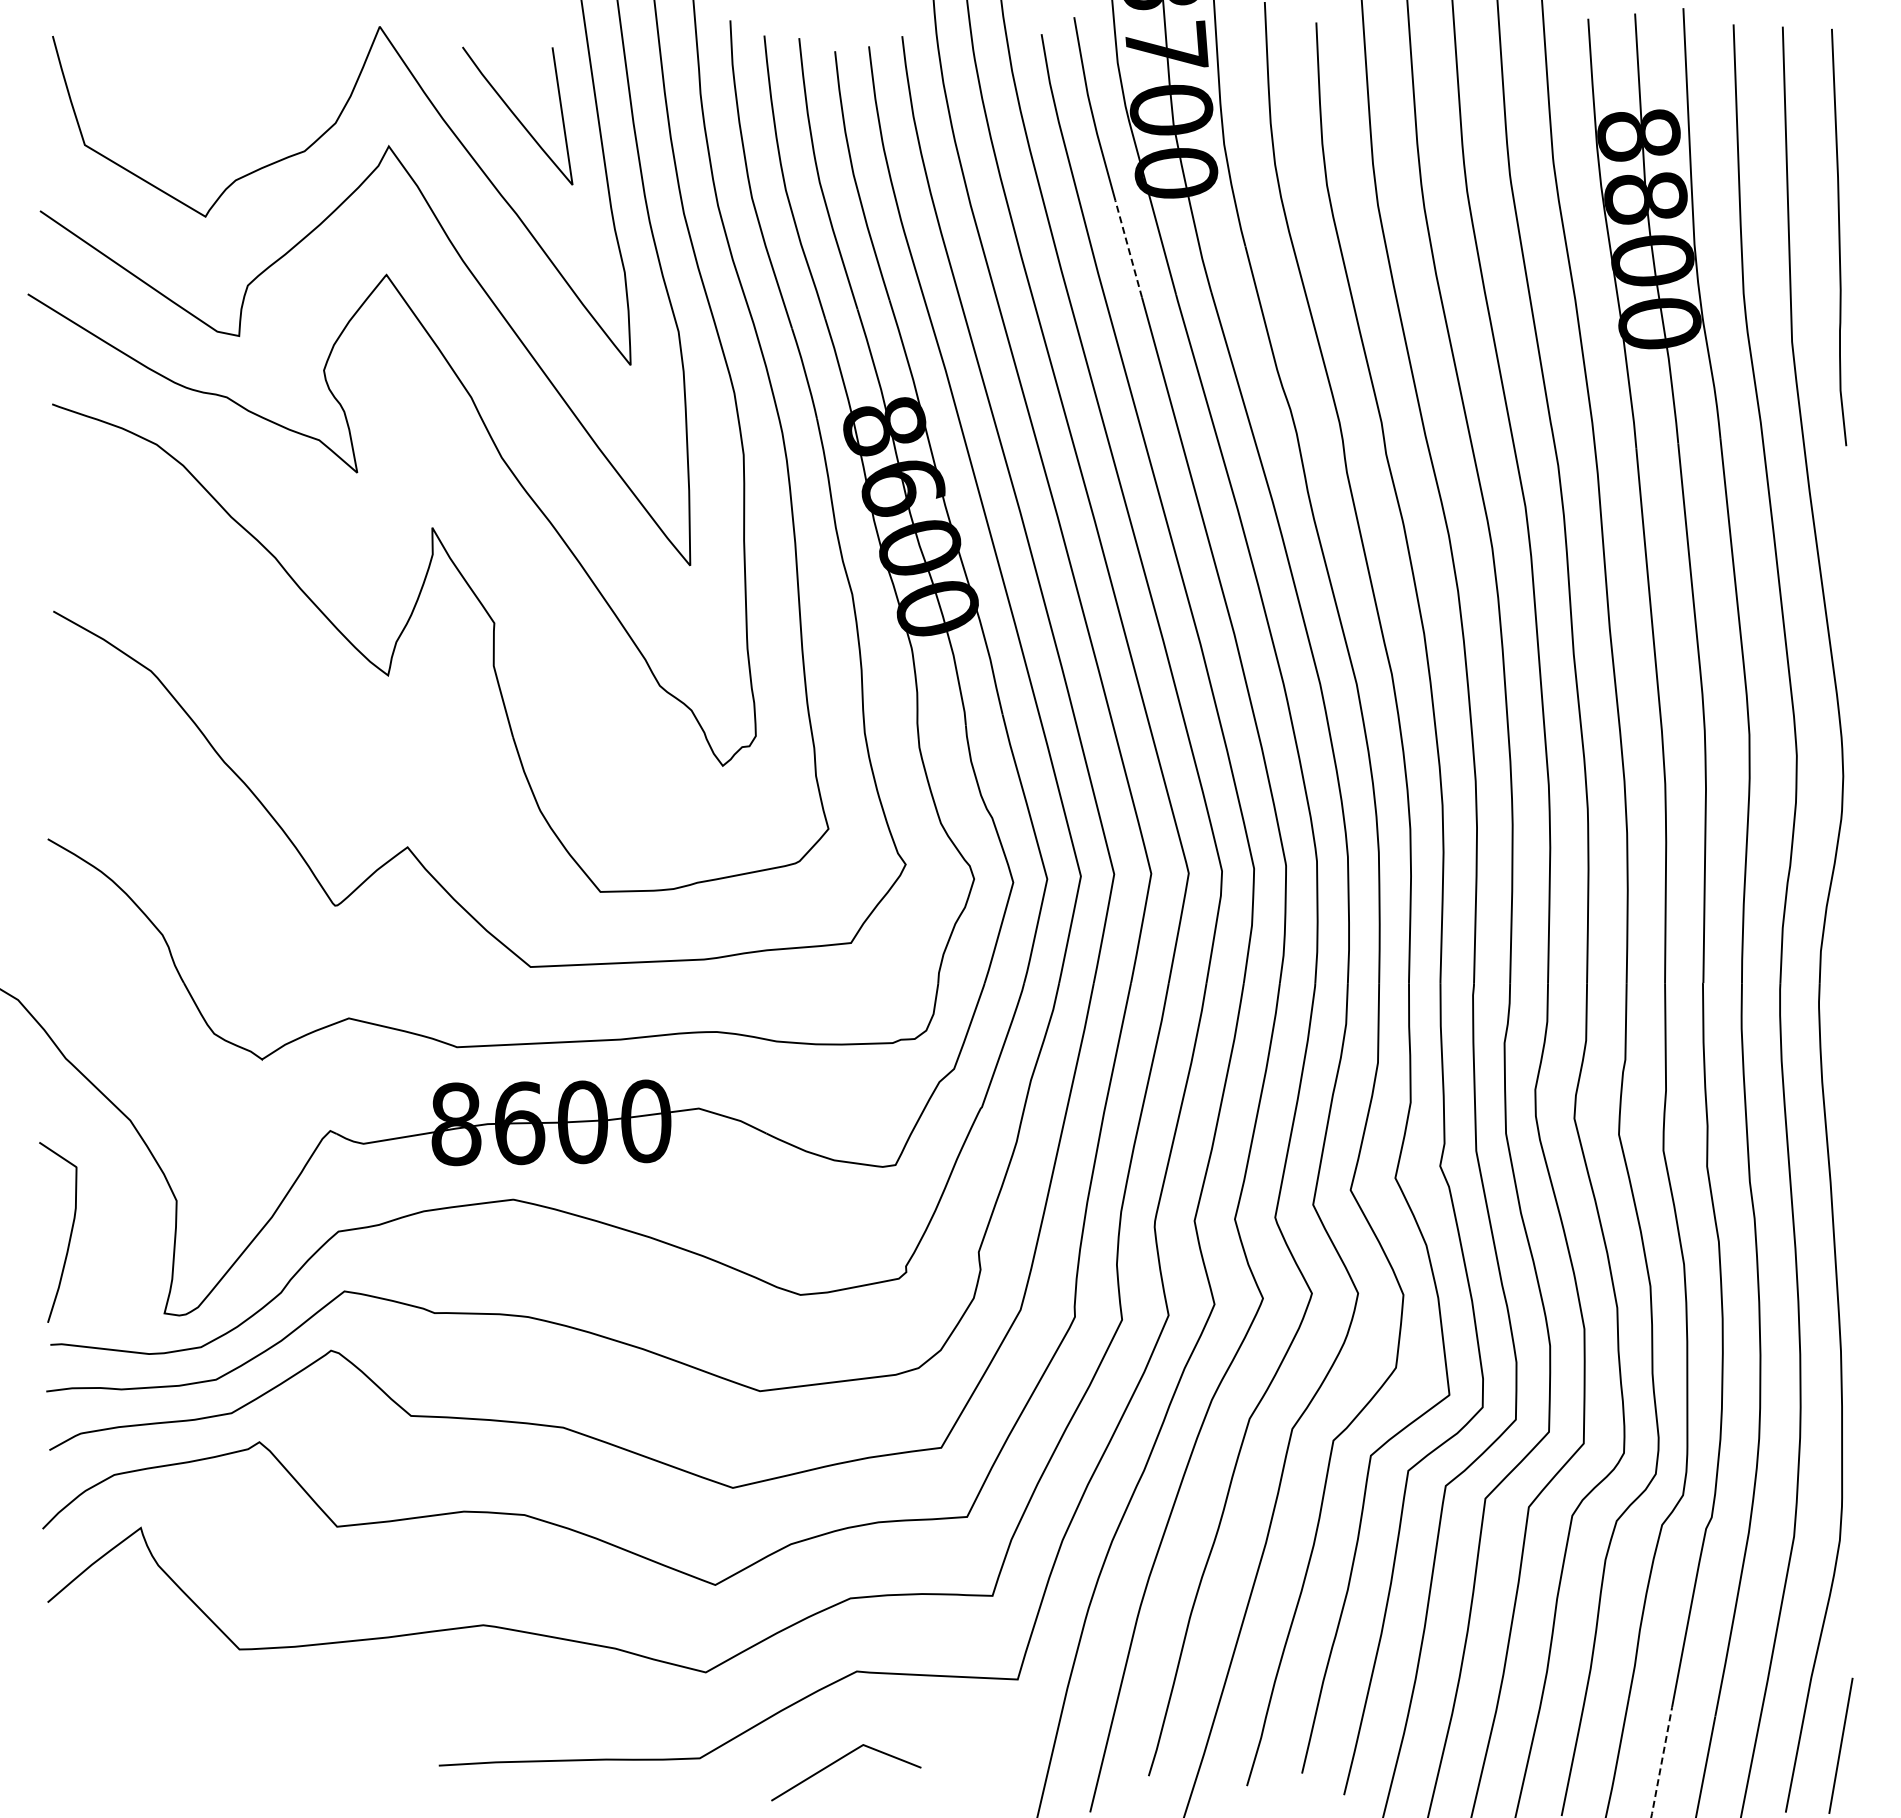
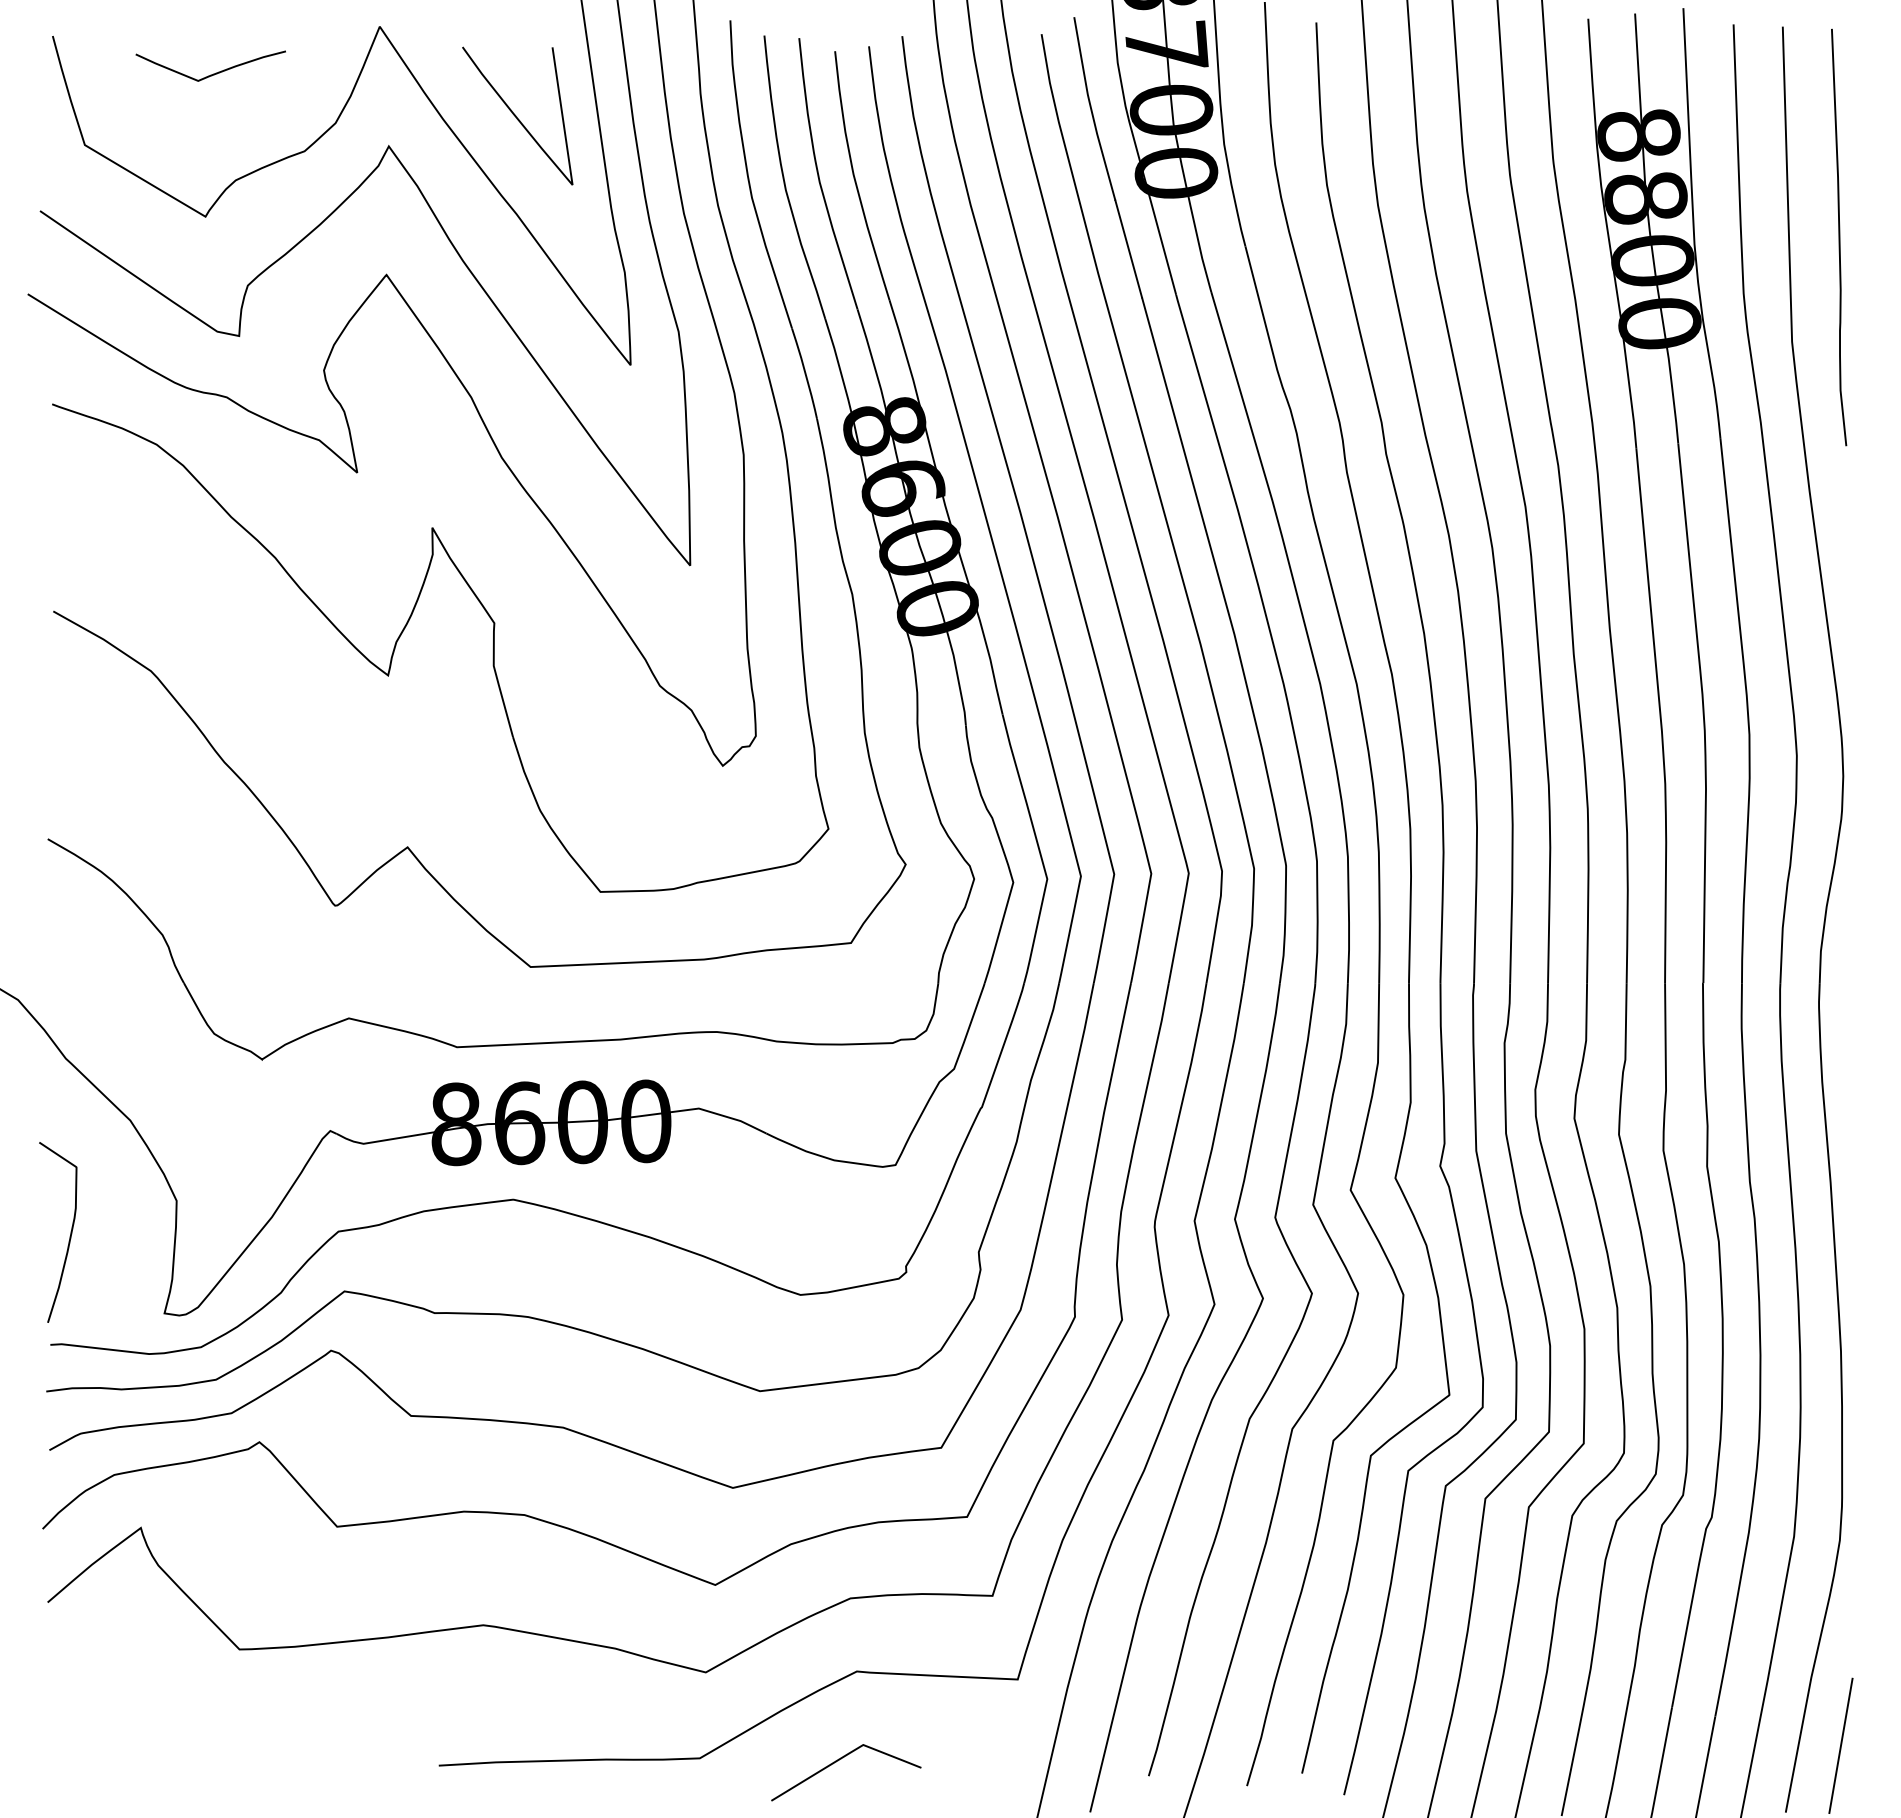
curve at (213, 73): none -> present
line at (1128, 248): dashed -> solid
line at (1661, 1762): dashed -> solid
